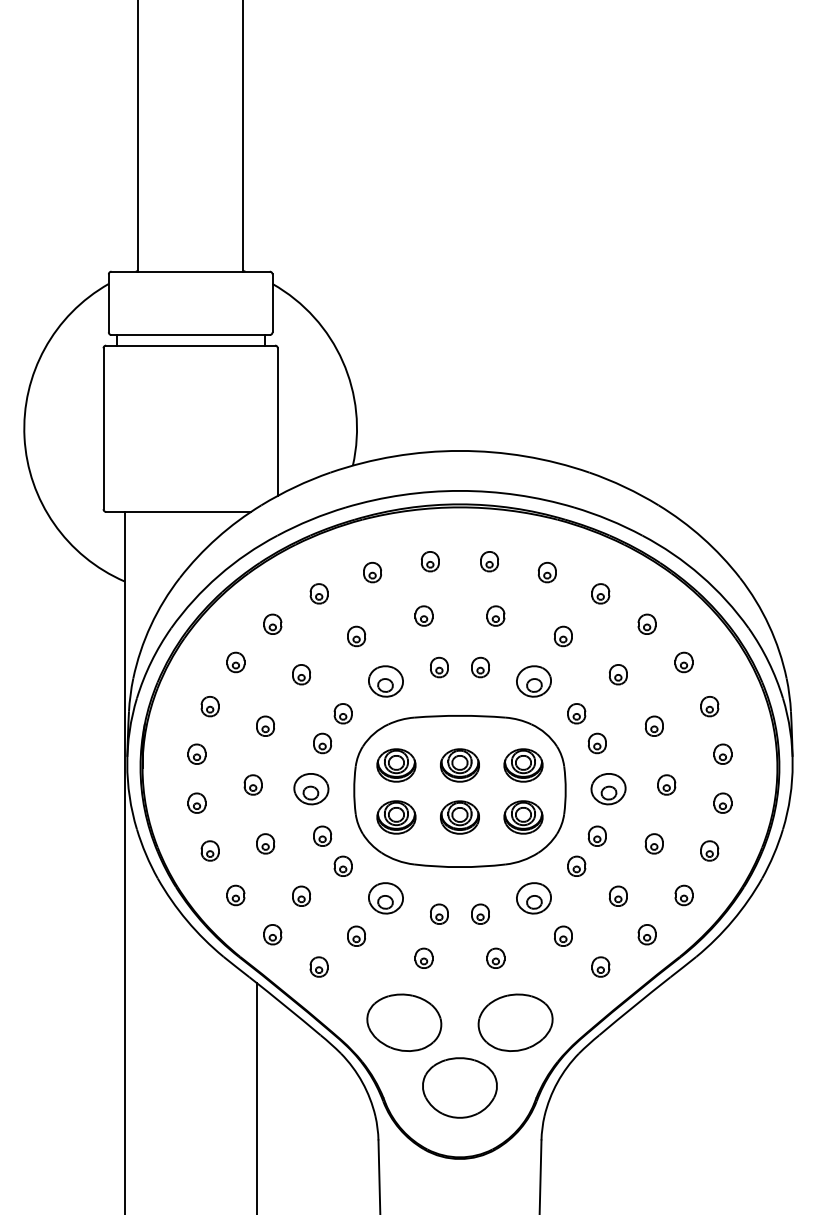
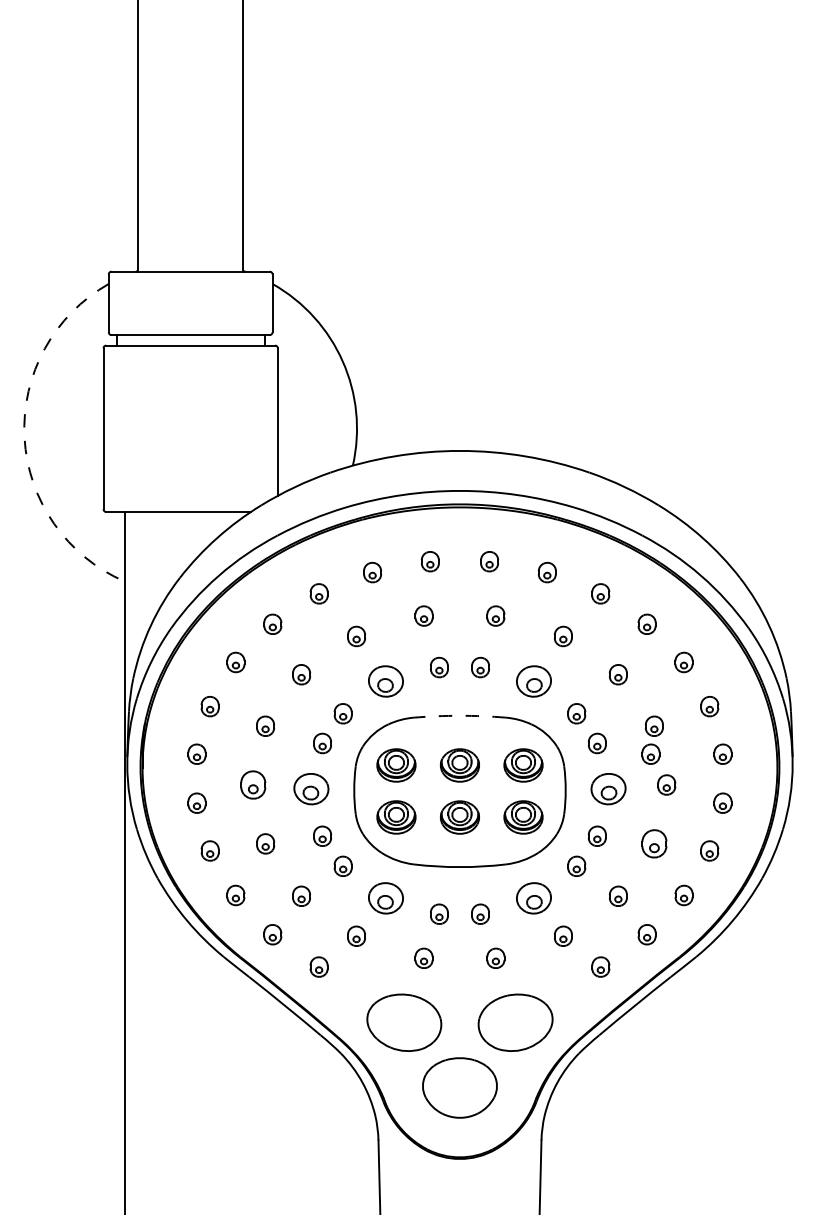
arc at (24, 437): solid -> dashed
arc at (459, 715): solid -> dashed
part at (650, 753): none -> present
part at (252, 784) size: 20x22 px -> 27x30 px
part at (653, 843) size: 20x22 px -> 27x30 px
line at (256, 1096): present -> none
